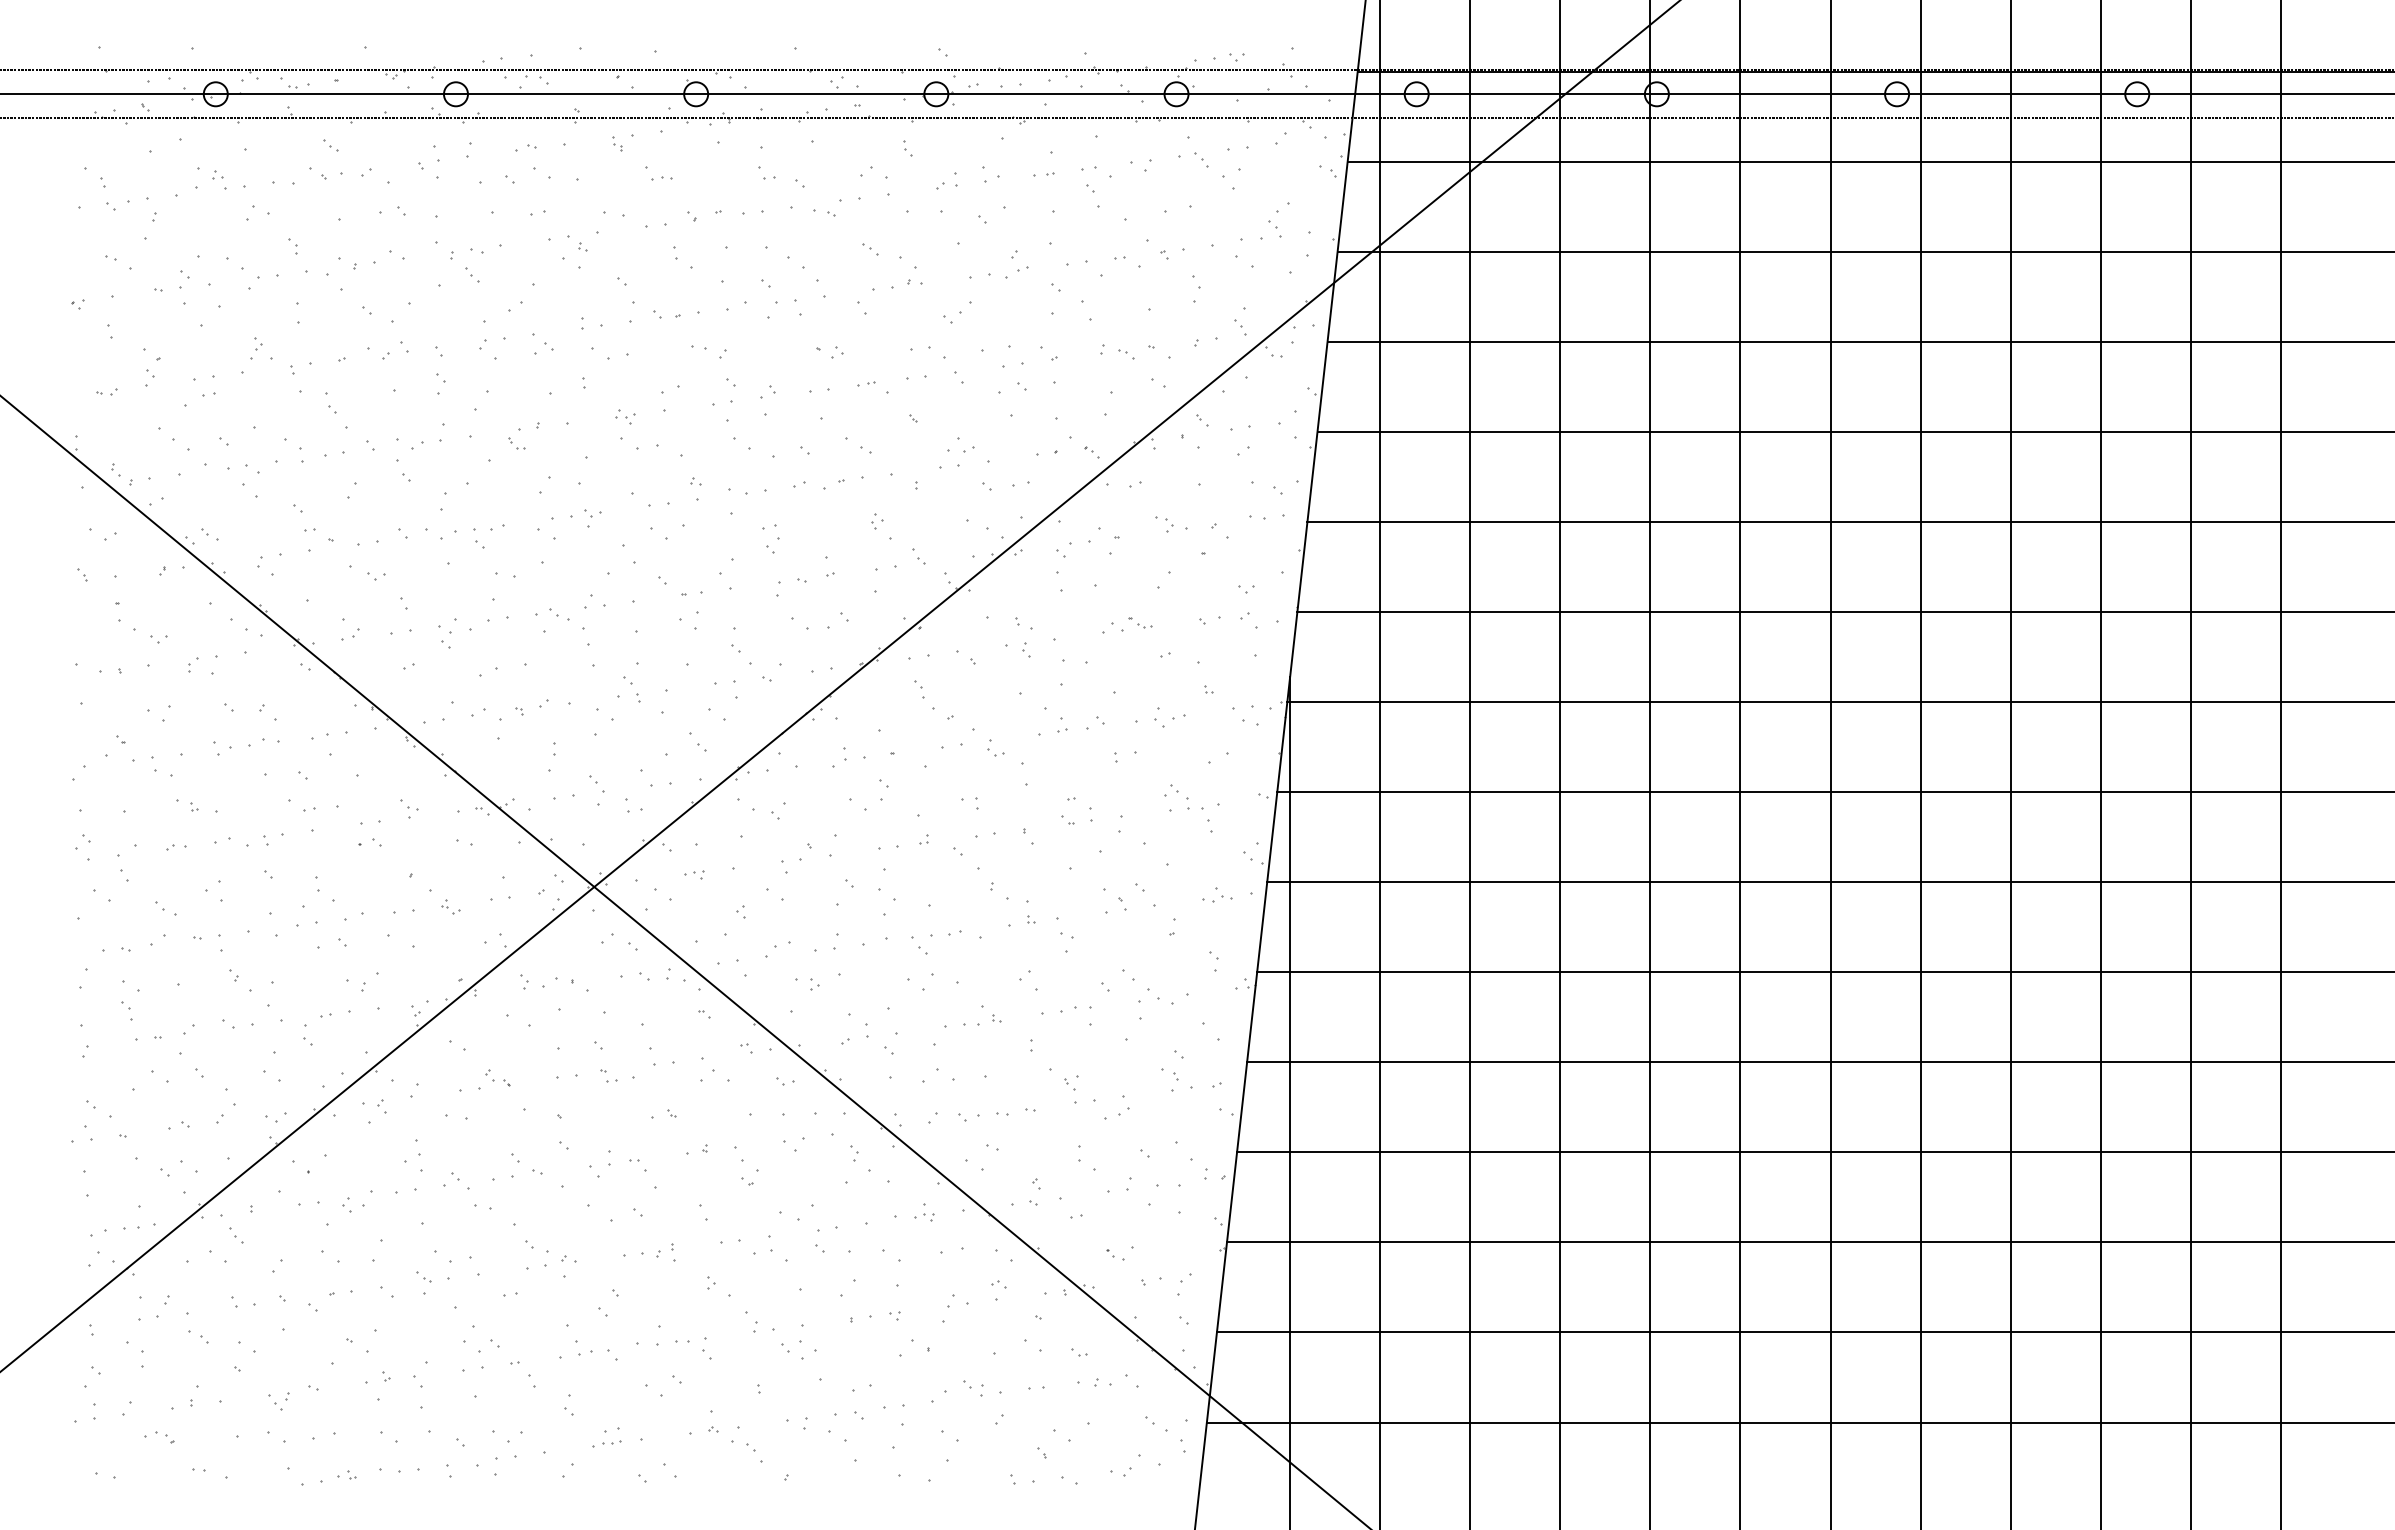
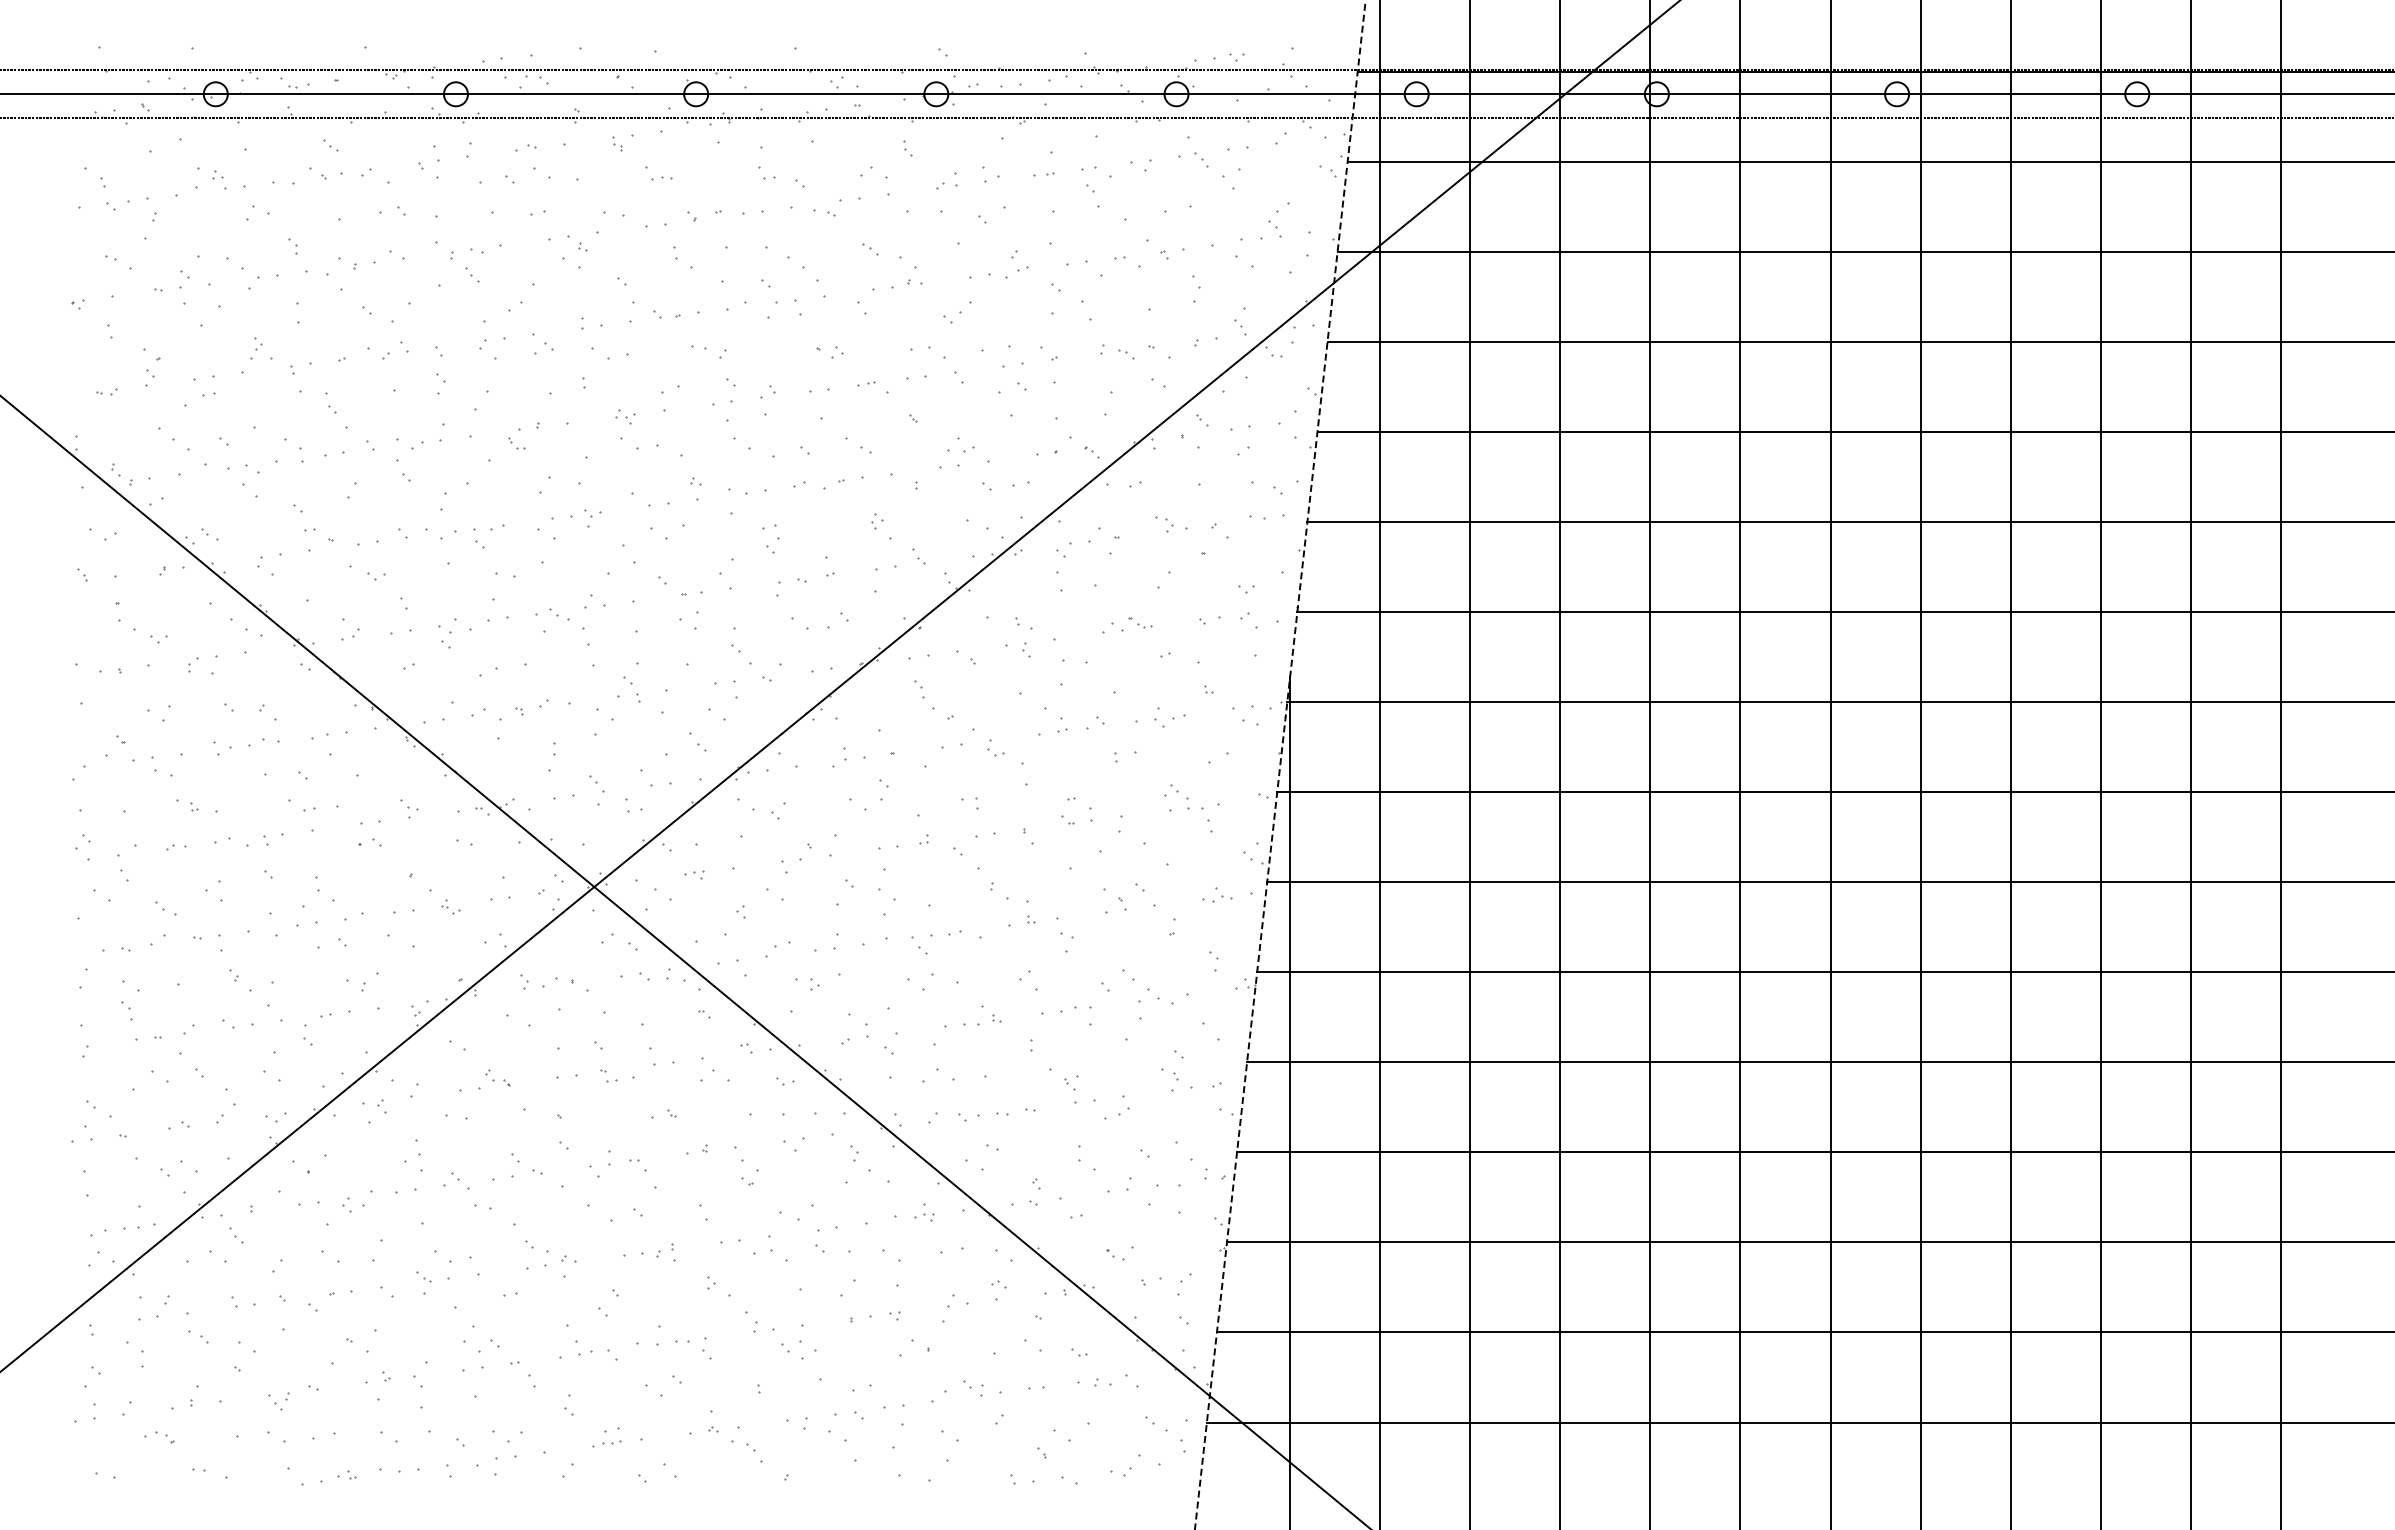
line at (1280, 764): solid -> dashed
